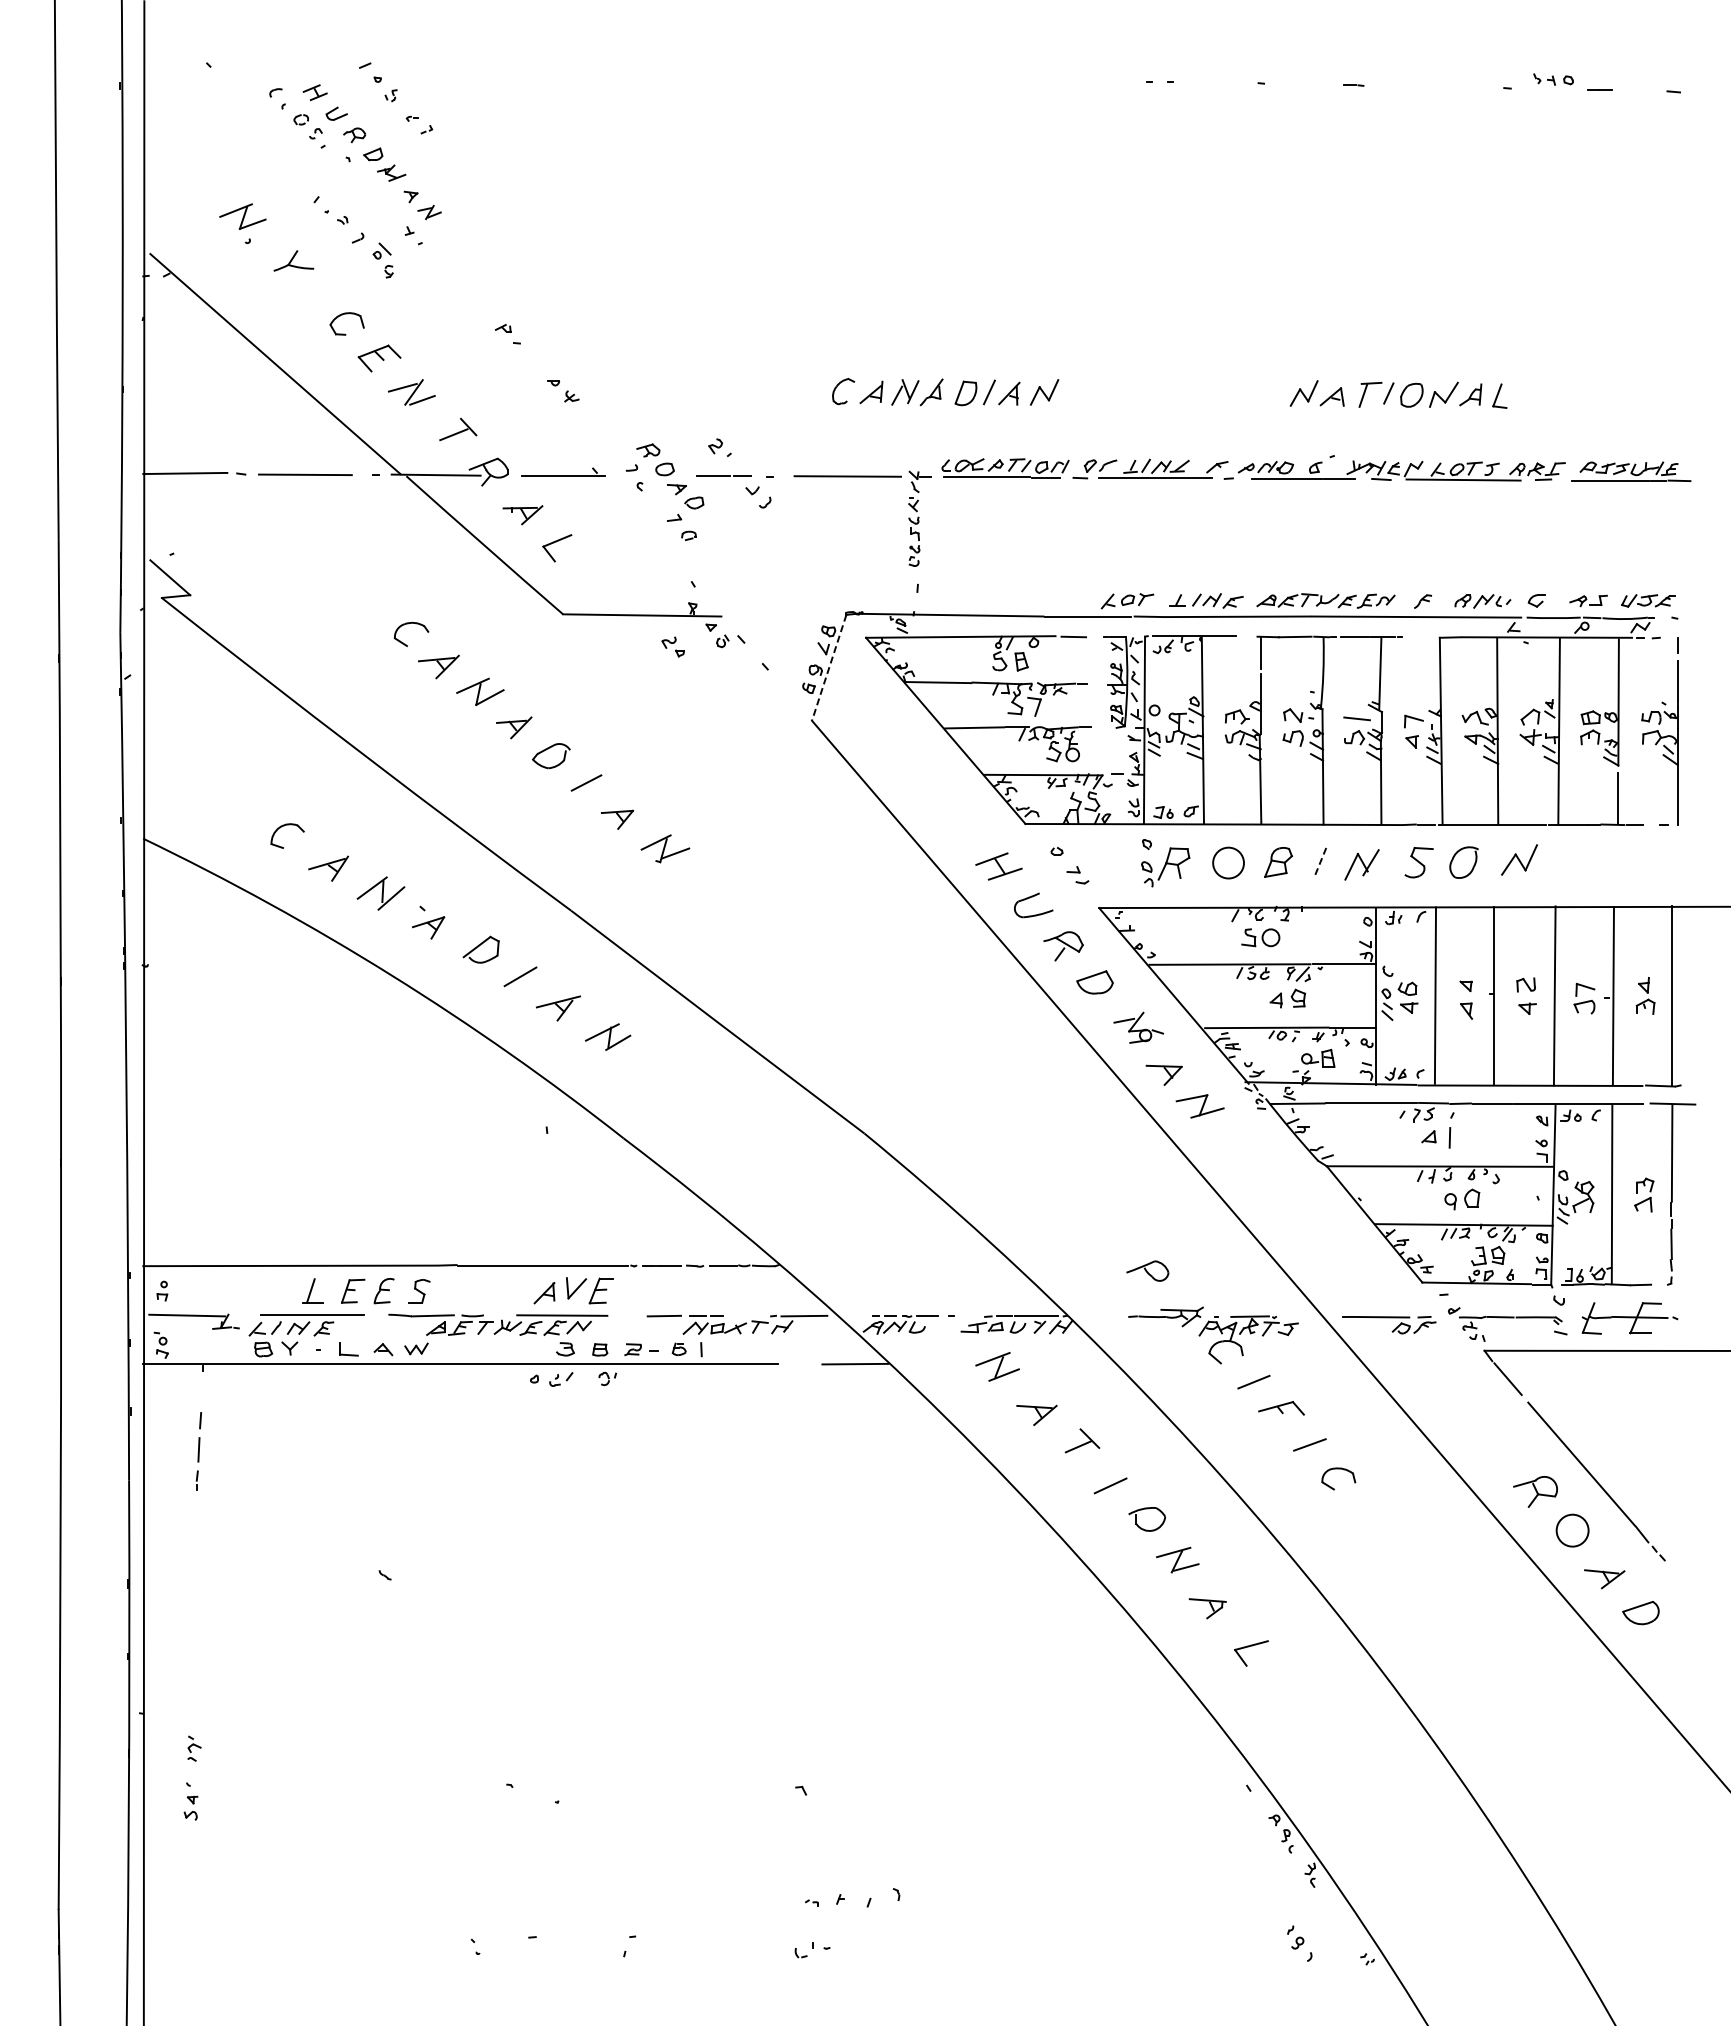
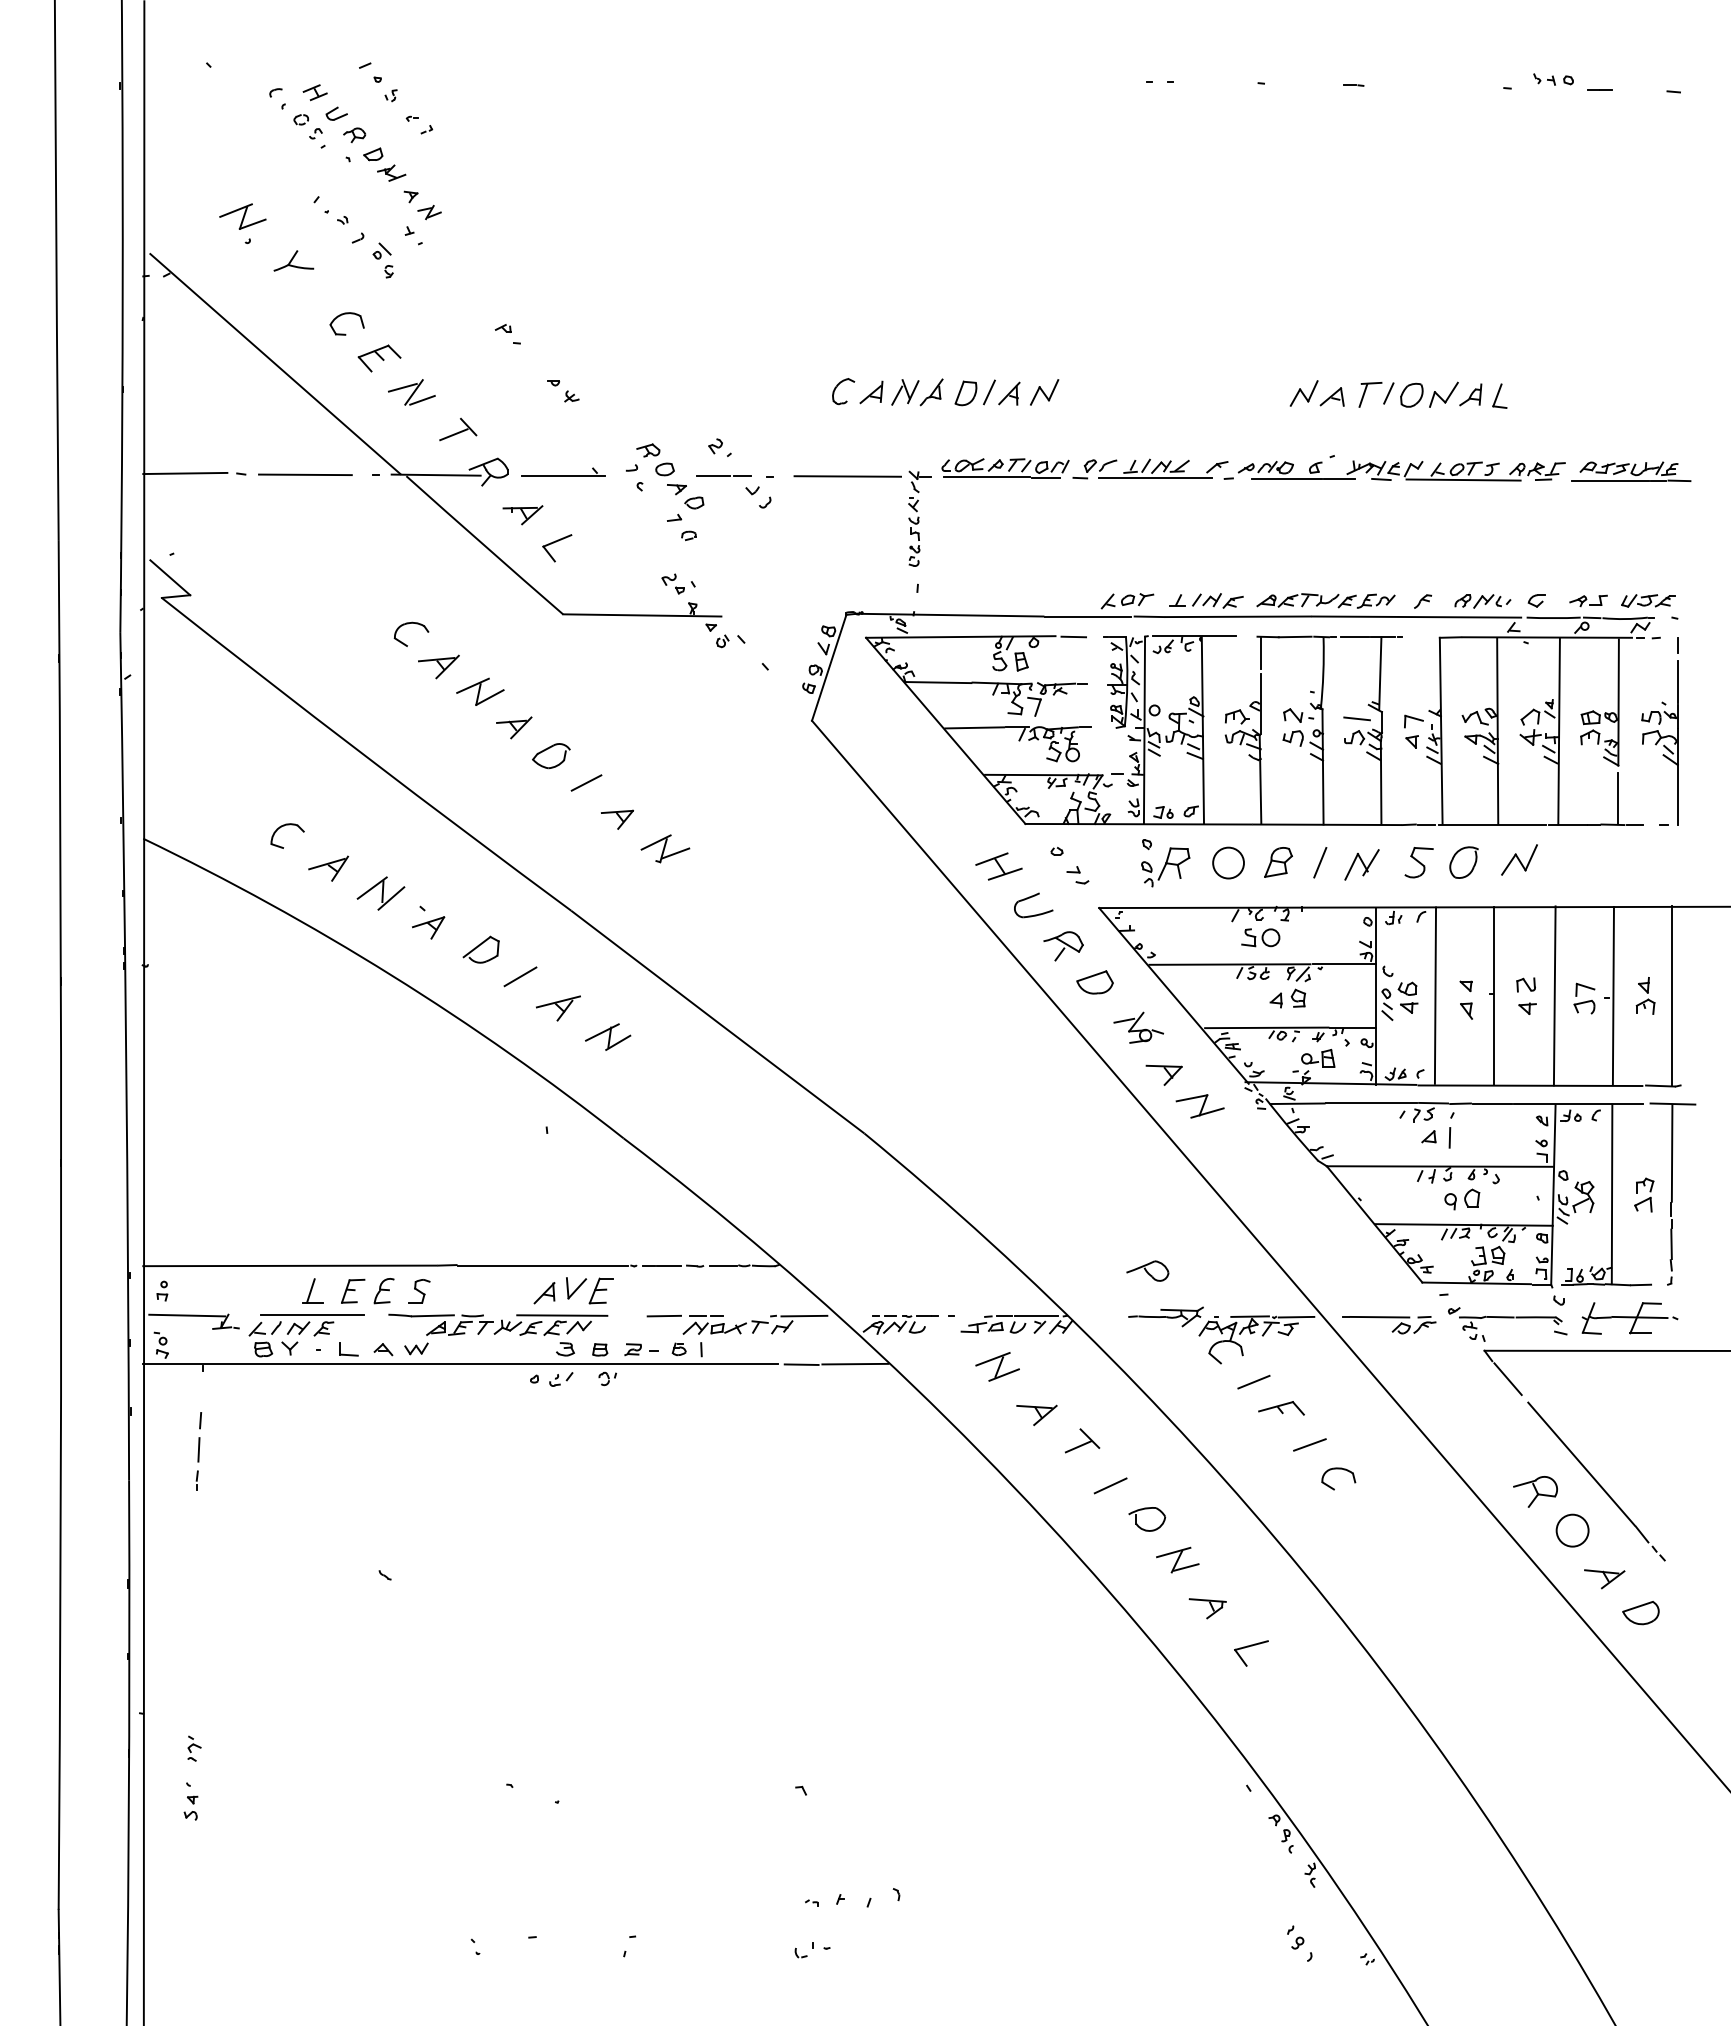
part at (672, 646) position: (672, 646) -> (672, 583)
line at (829, 667): dashed -> solid
line at (1320, 862): dashed -> solid
line at (1296, 1316): none -> present
line at (801, 1364): none -> present
